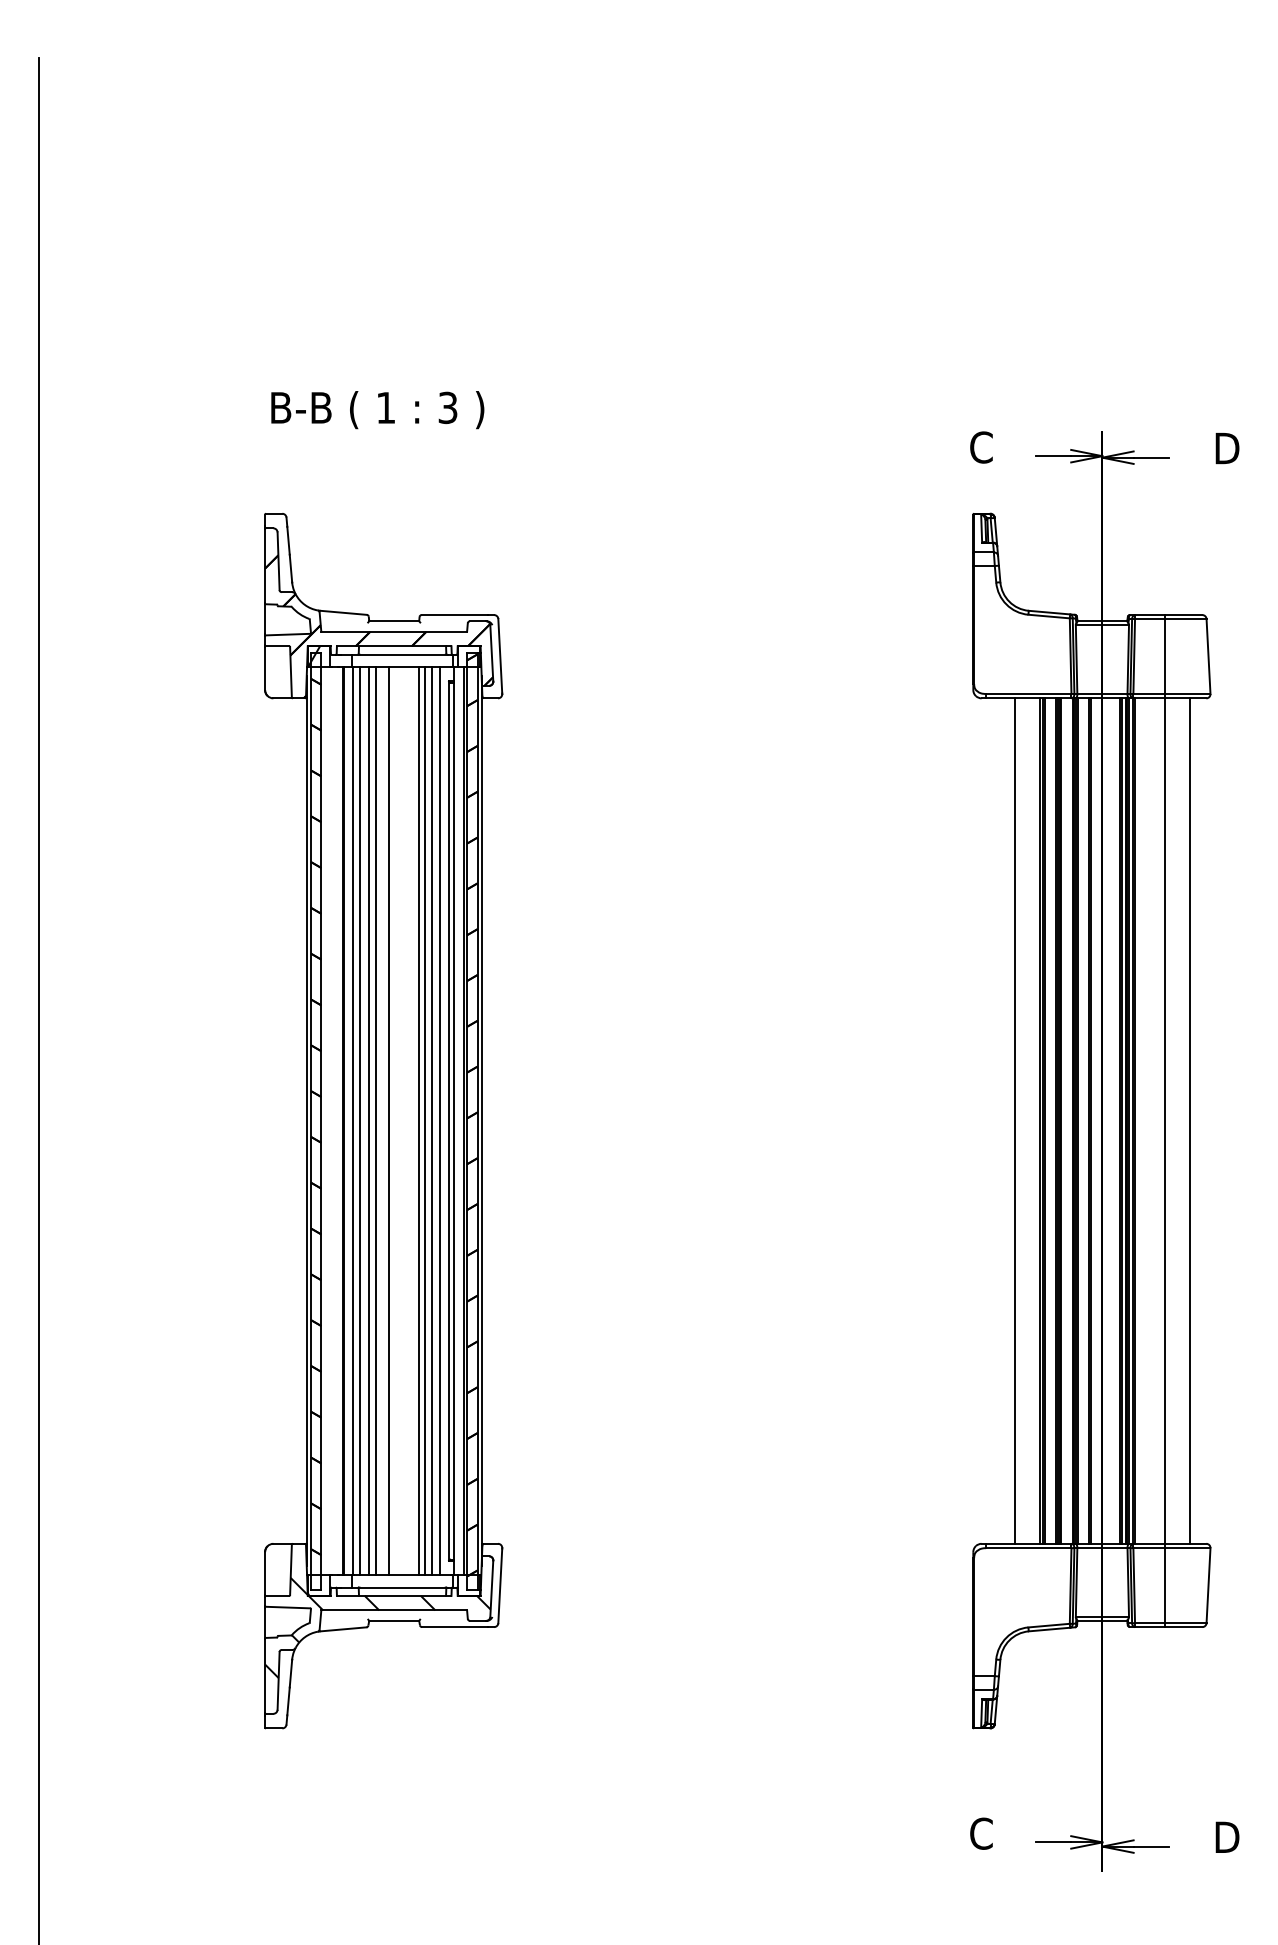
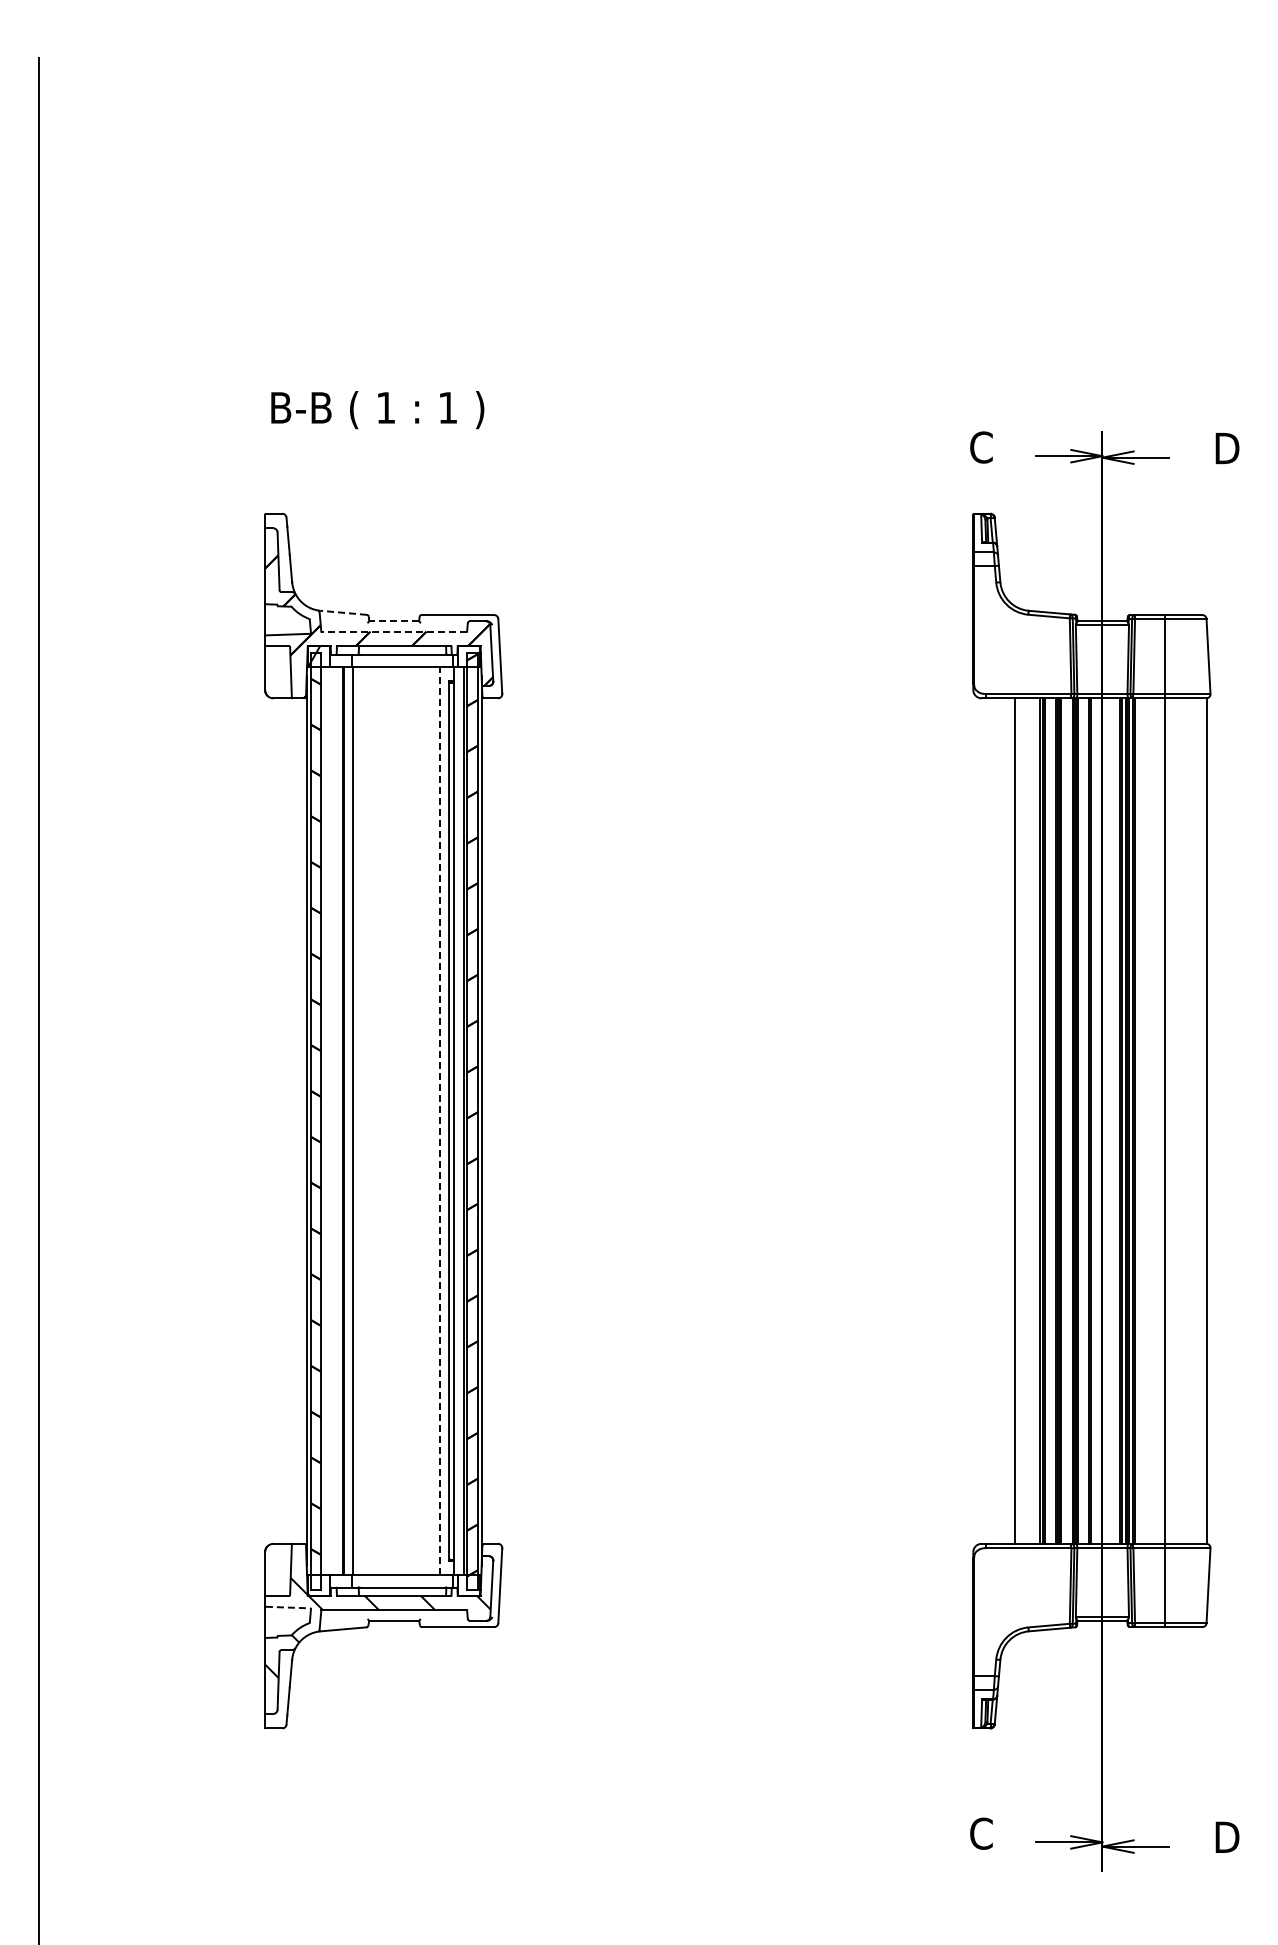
text at (447, 407): 3 -> 1
line at (343, 612): solid -> dashed
line at (394, 621): solid -> dashed
line at (394, 631): solid -> dashed
line at (1189, 1120) position: (1189, 1120) -> (1206, 1120)
line at (360, 1121): present -> none
line at (368, 1121): present -> none
line at (376, 1121): present -> none
line at (388, 1121): present -> none
line at (419, 1121): present -> none
line at (425, 1121): present -> none
line at (432, 1121): present -> none
line at (439, 1121): solid -> dashed
line at (288, 1607): solid -> dashed
